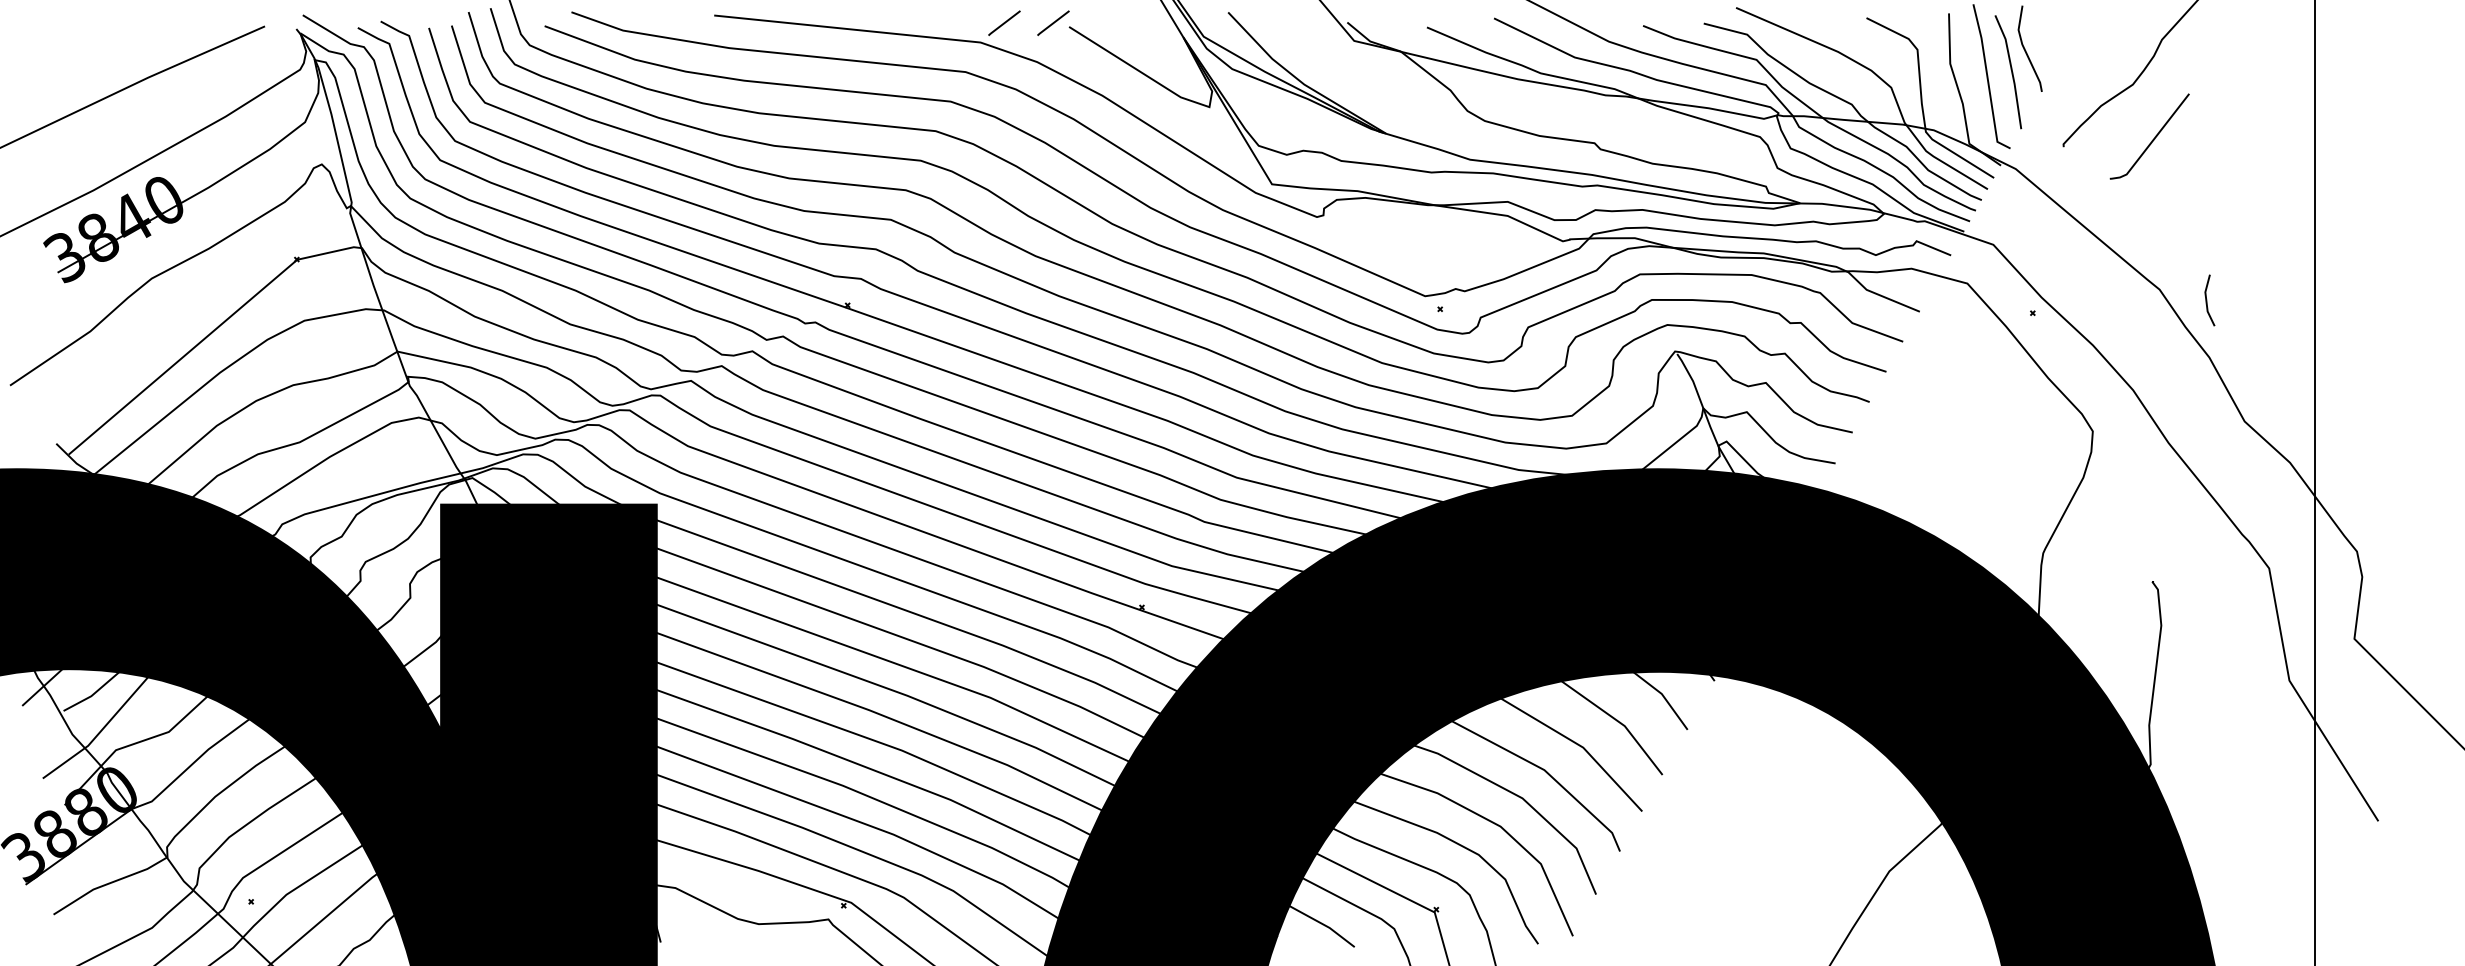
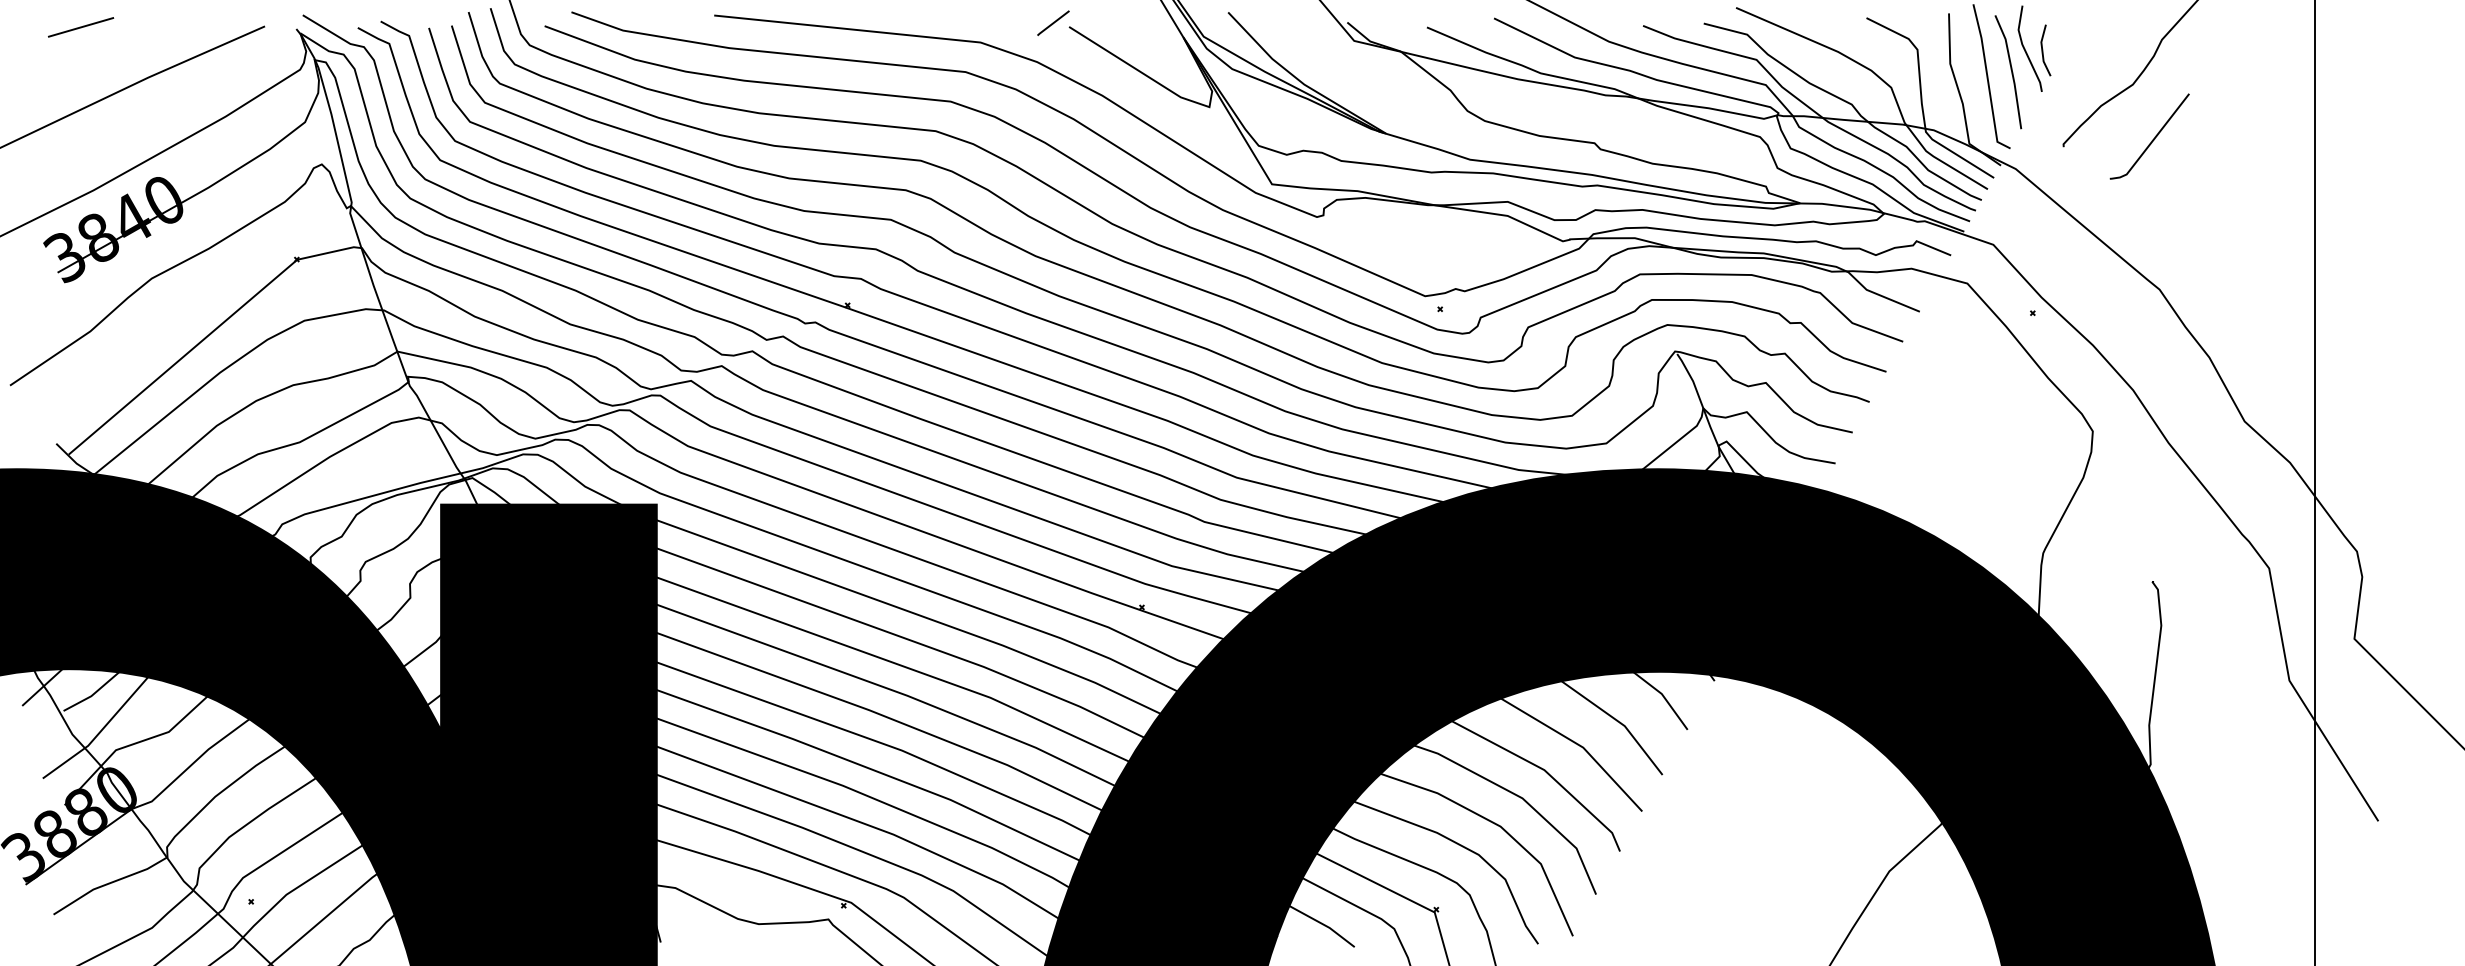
line at (1004, 22): present -> none
line at (81, 27): none -> present
line at (2207, 300) position: (2207, 300) -> (2043, 50)
